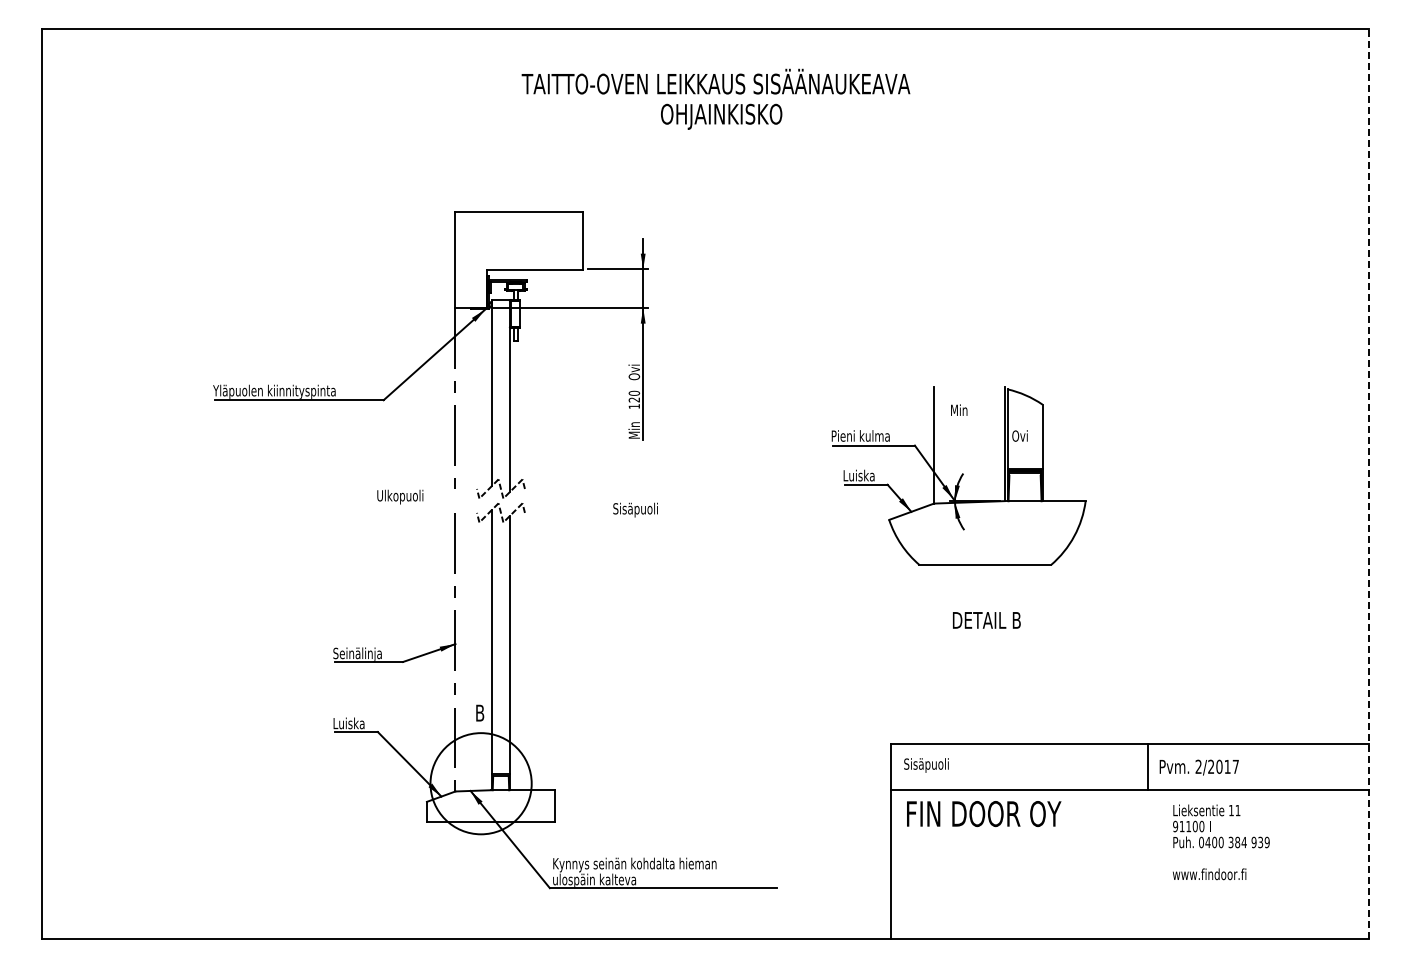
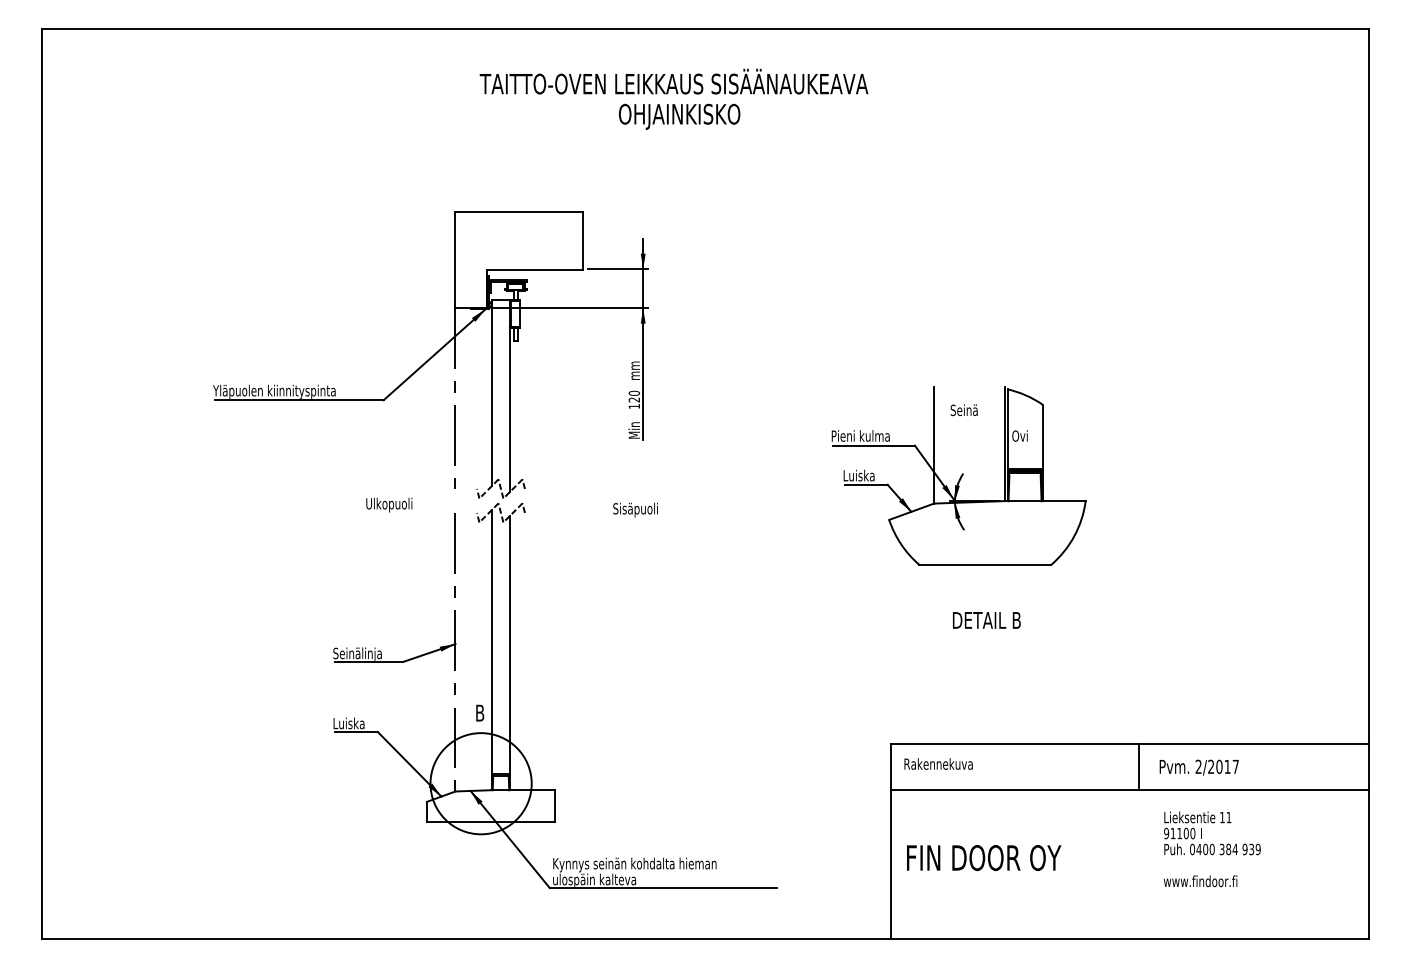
text at (715, 98) position: (715, 98) -> (673, 98)
text at (634, 370): Ovi -> mm
text at (963, 410): Min -> Seinä
line at (1368, 484): dashed -> solid
text at (400, 496) position: (400, 496) -> (389, 504)
text at (938, 765): Sisäpuoli -> Rakennekuva
line at (1148, 766) position: (1148, 766) -> (1139, 766)
text at (984, 814) position: (984, 814) -> (984, 858)
text at (1221, 842) position: (1221, 842) -> (1212, 849)
